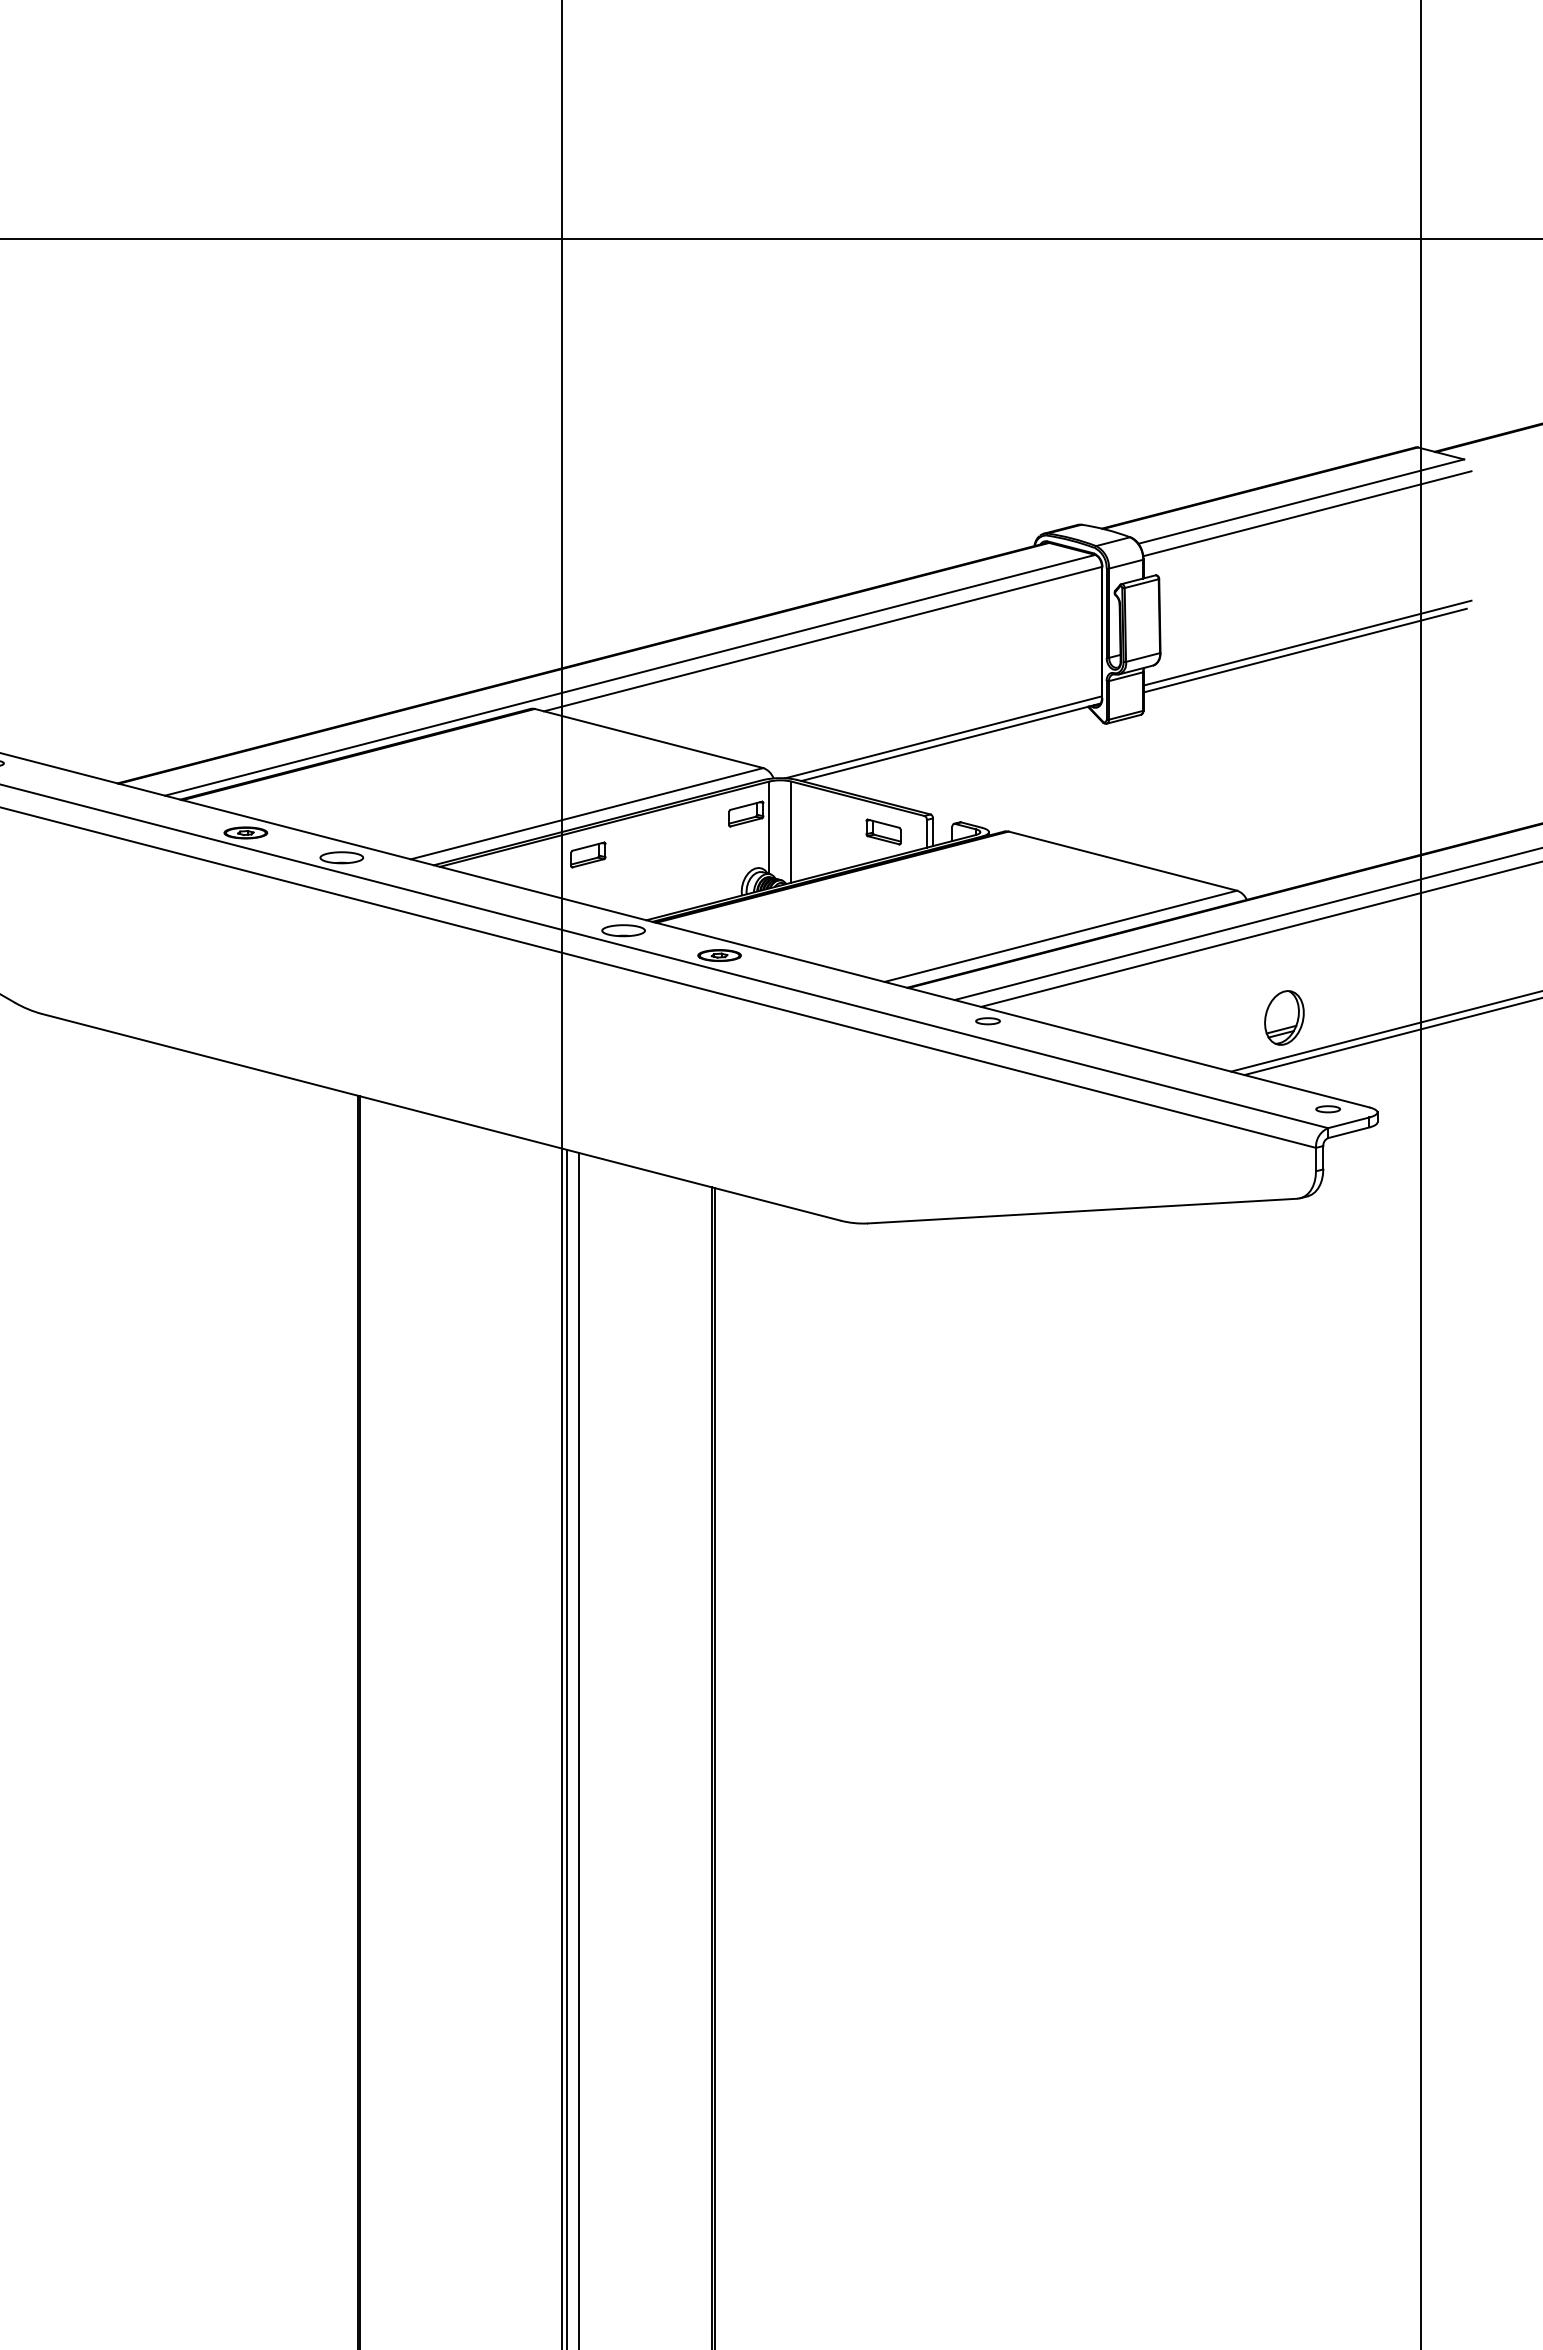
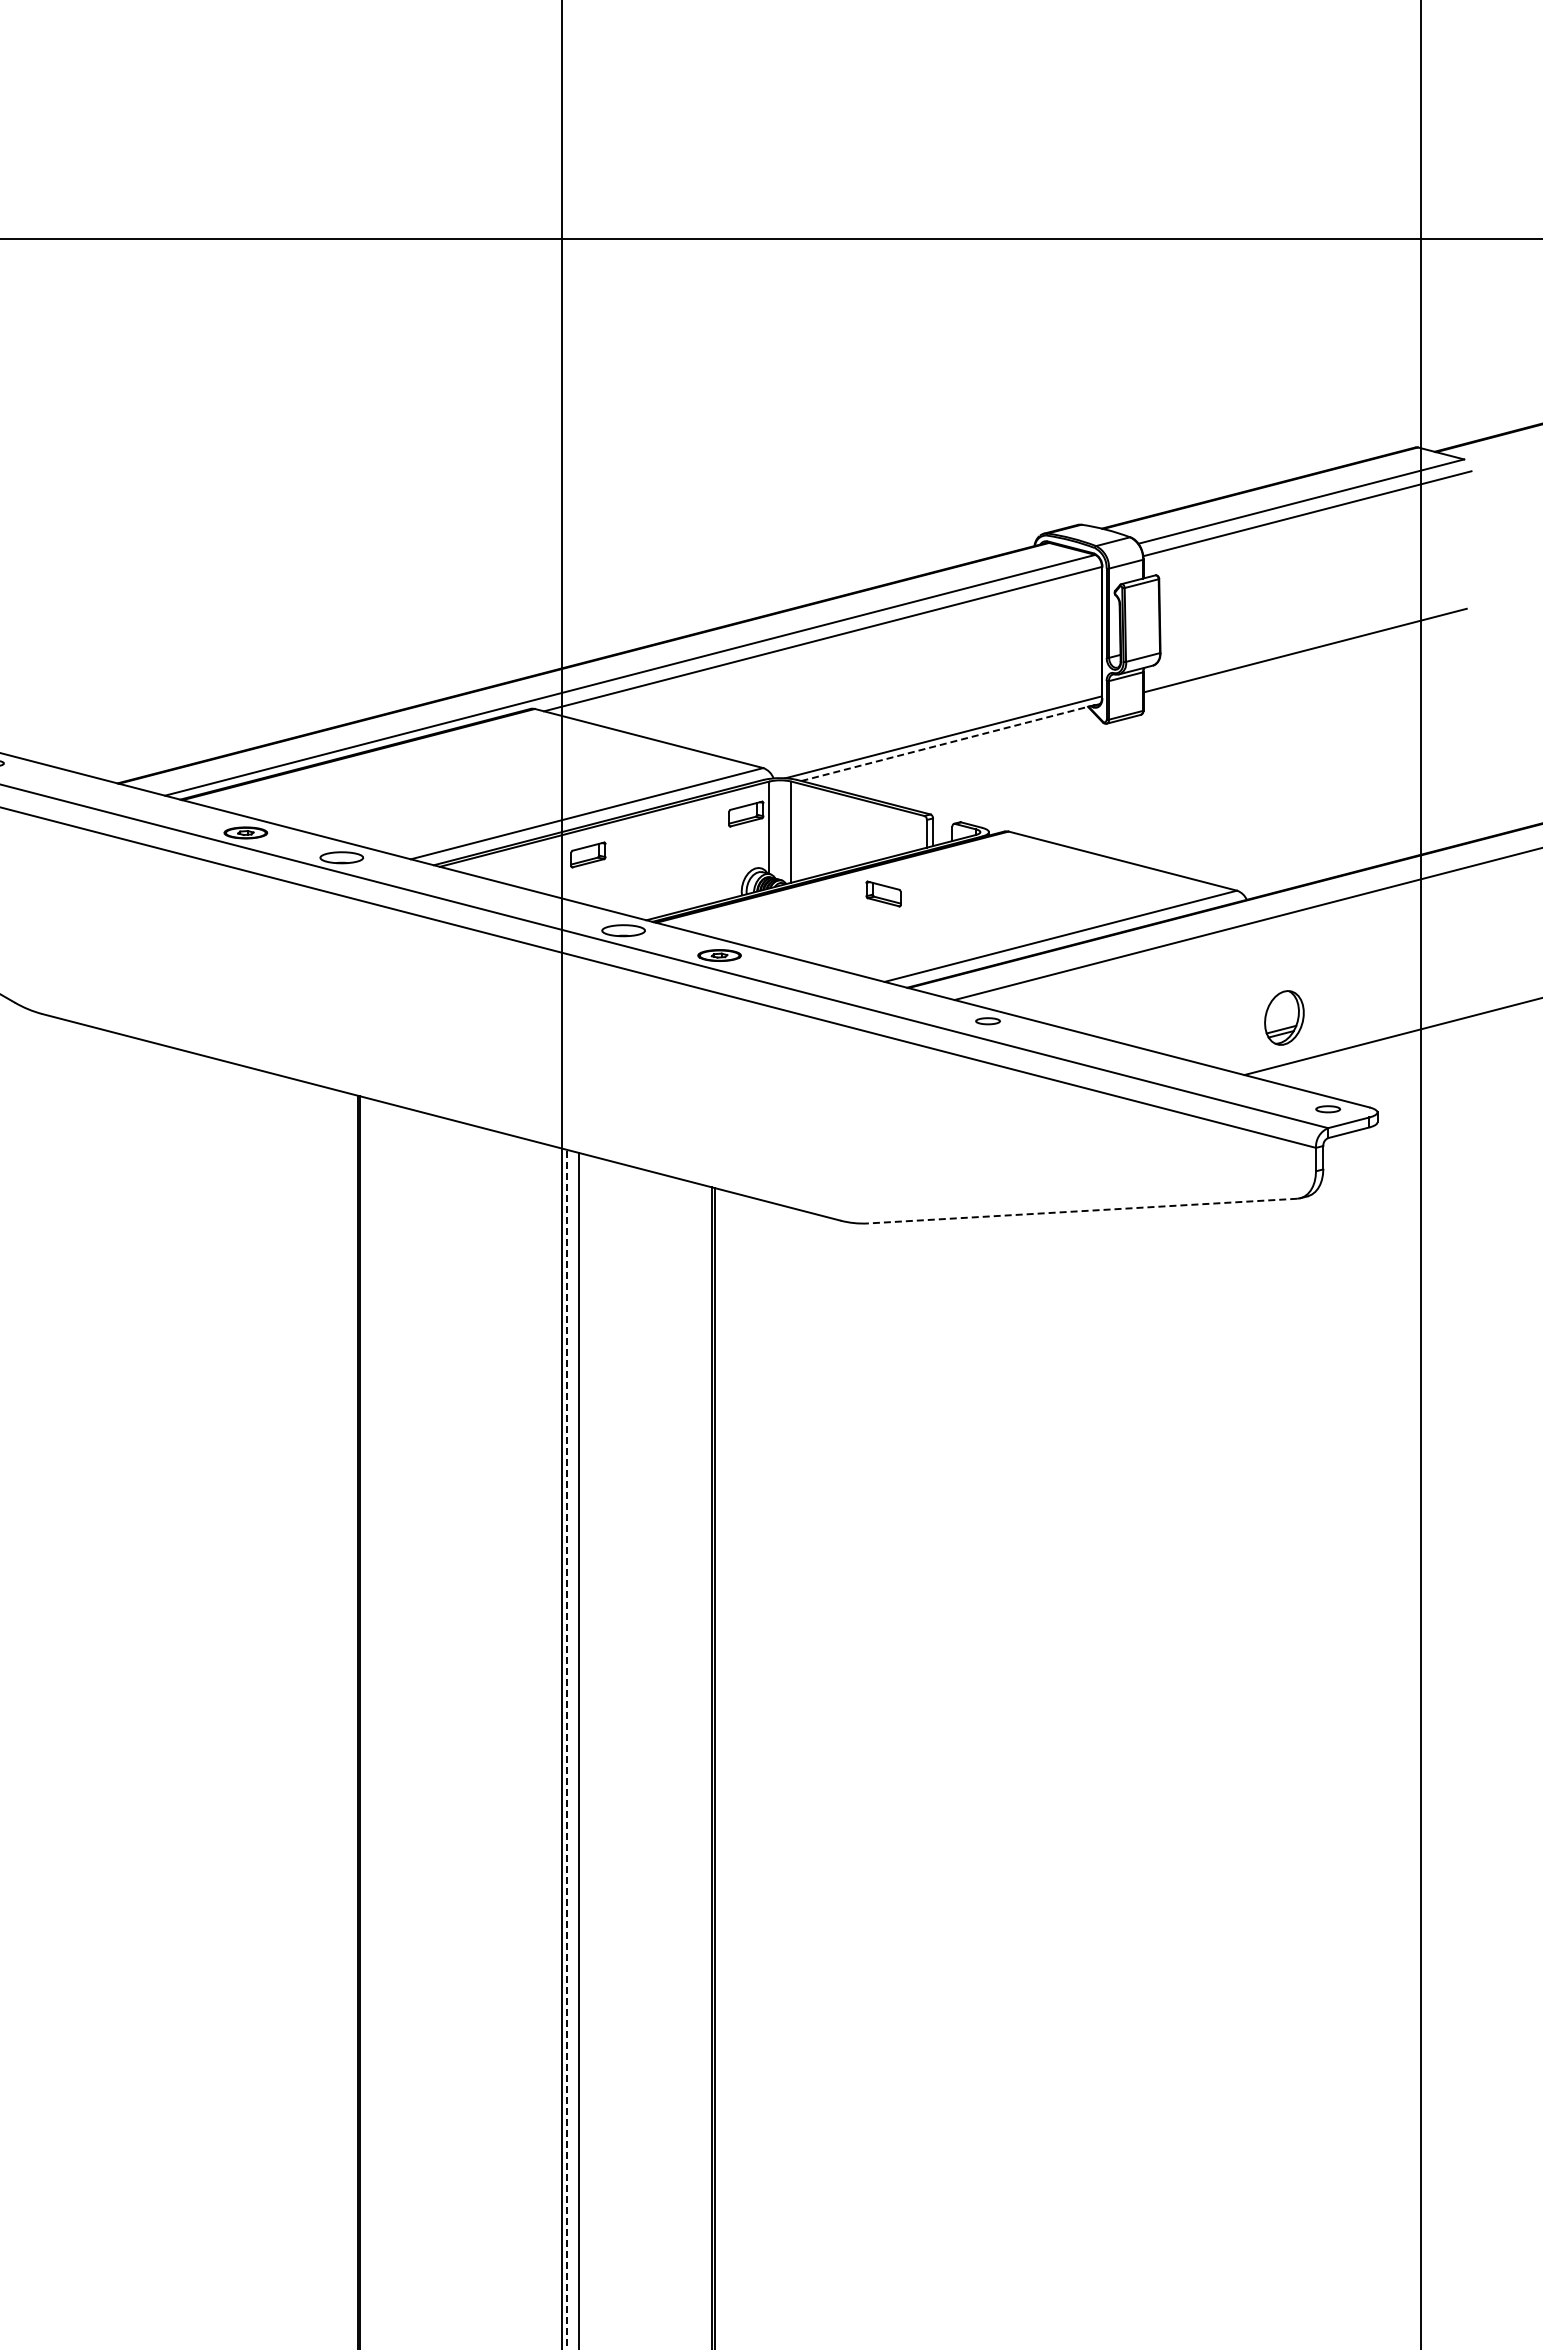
line at (1307, 642): present -> none
line at (951, 742): solid -> dashed
part at (883, 831) position: (883, 831) -> (883, 893)
line at (1260, 934): present -> none
line at (1385, 1031): present -> none
line at (1082, 1211): solid -> dashed
line at (566, 1749): solid -> dashed
